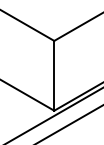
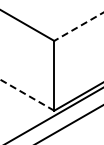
line at (78, 26): solid -> dashed
line at (27, 95): solid -> dashed
